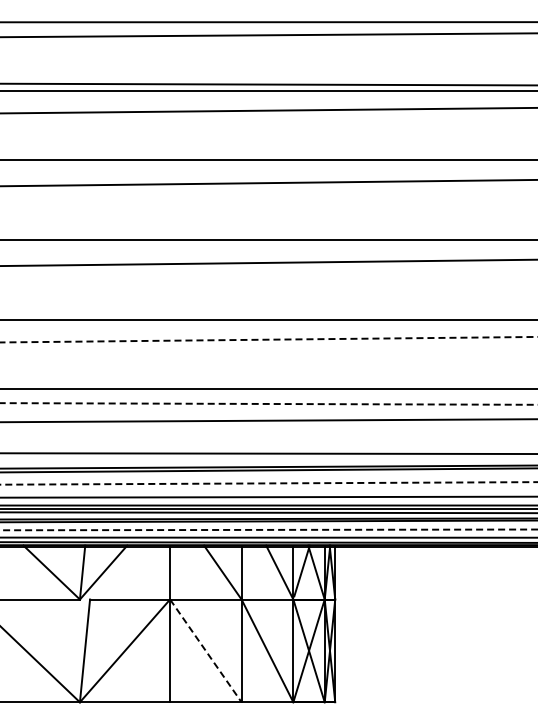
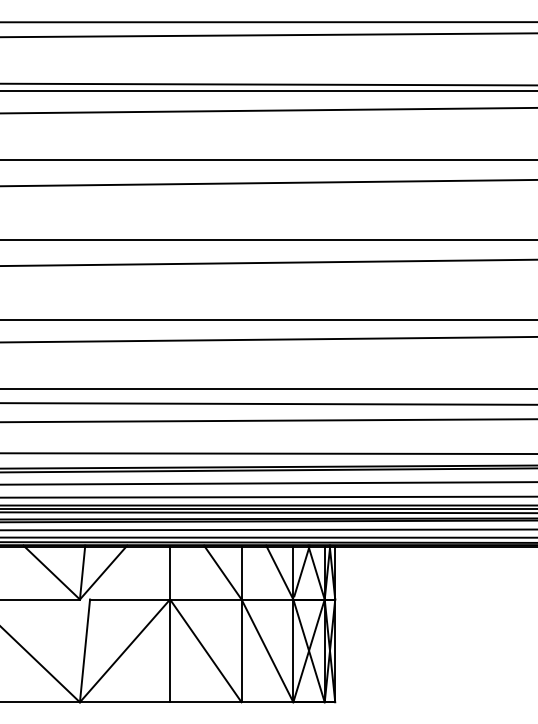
line at (269, 339): dashed -> solid
line at (269, 403): dashed -> solid
line at (269, 483): dashed -> solid
line at (269, 529): dashed -> solid
line at (205, 650): dashed -> solid
